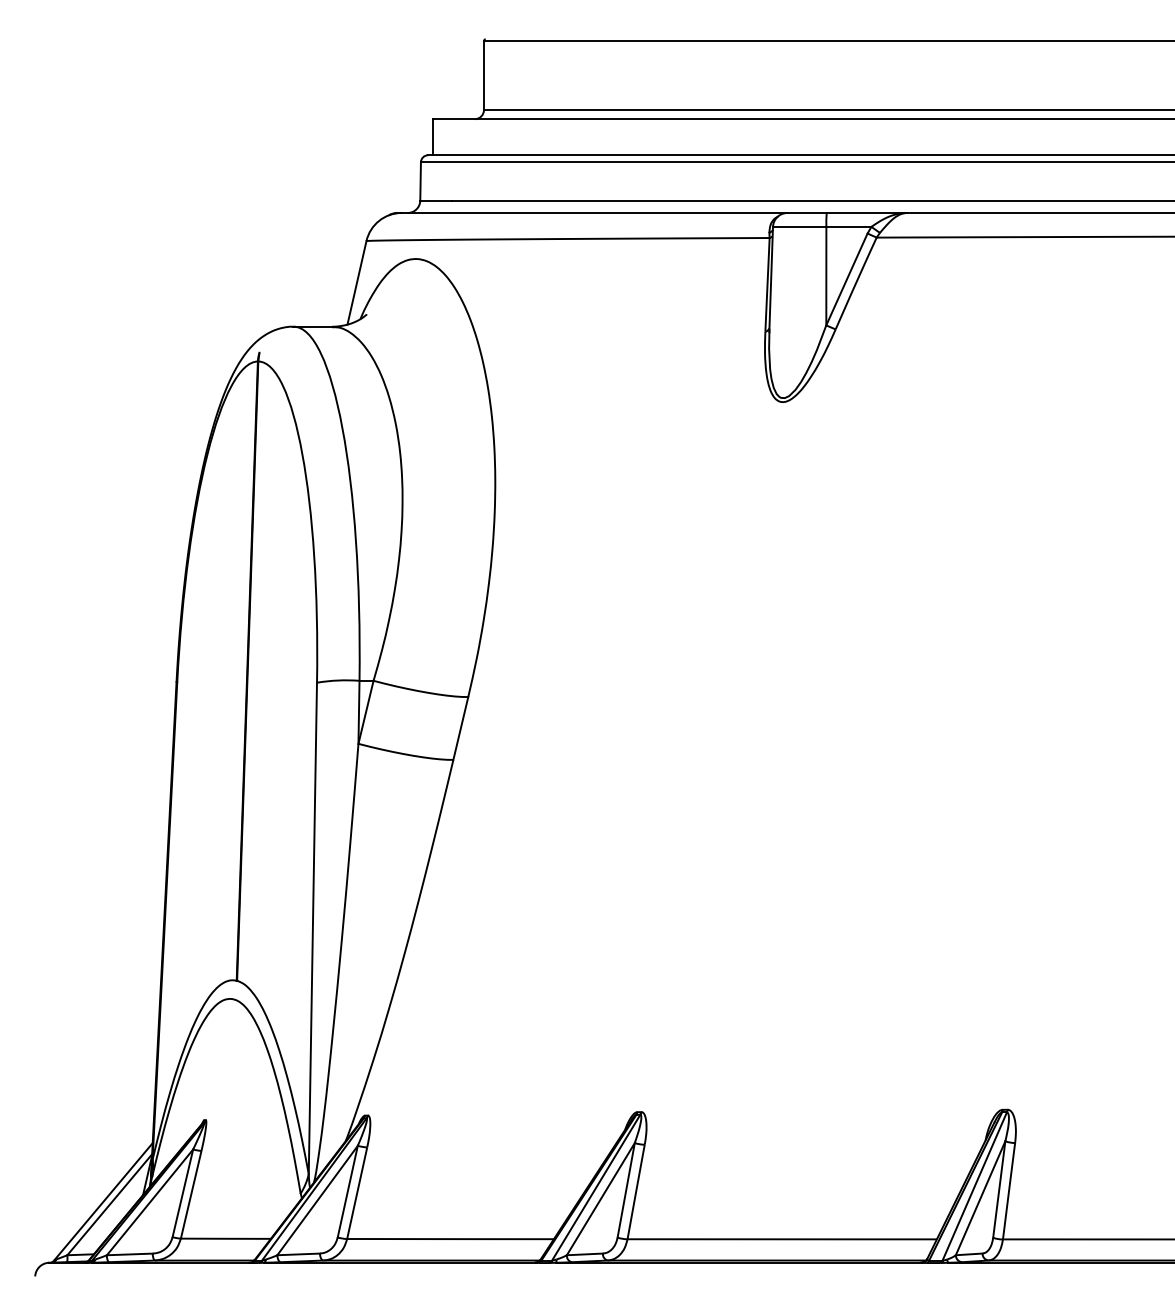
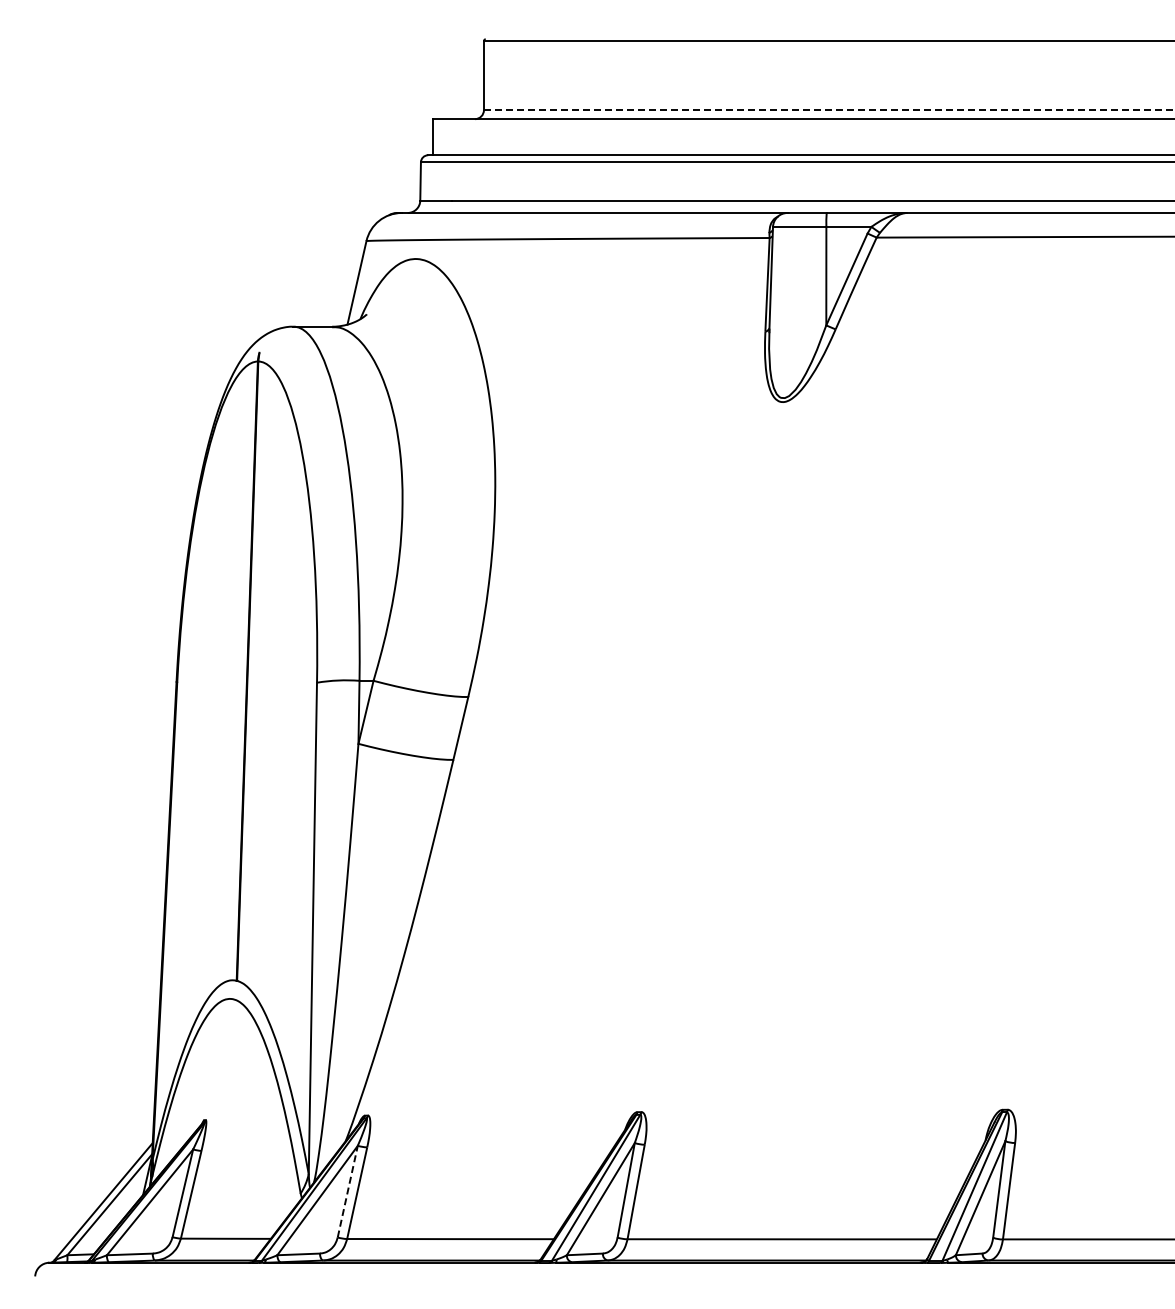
line at (829, 110): solid -> dashed
line at (347, 1191): solid -> dashed
